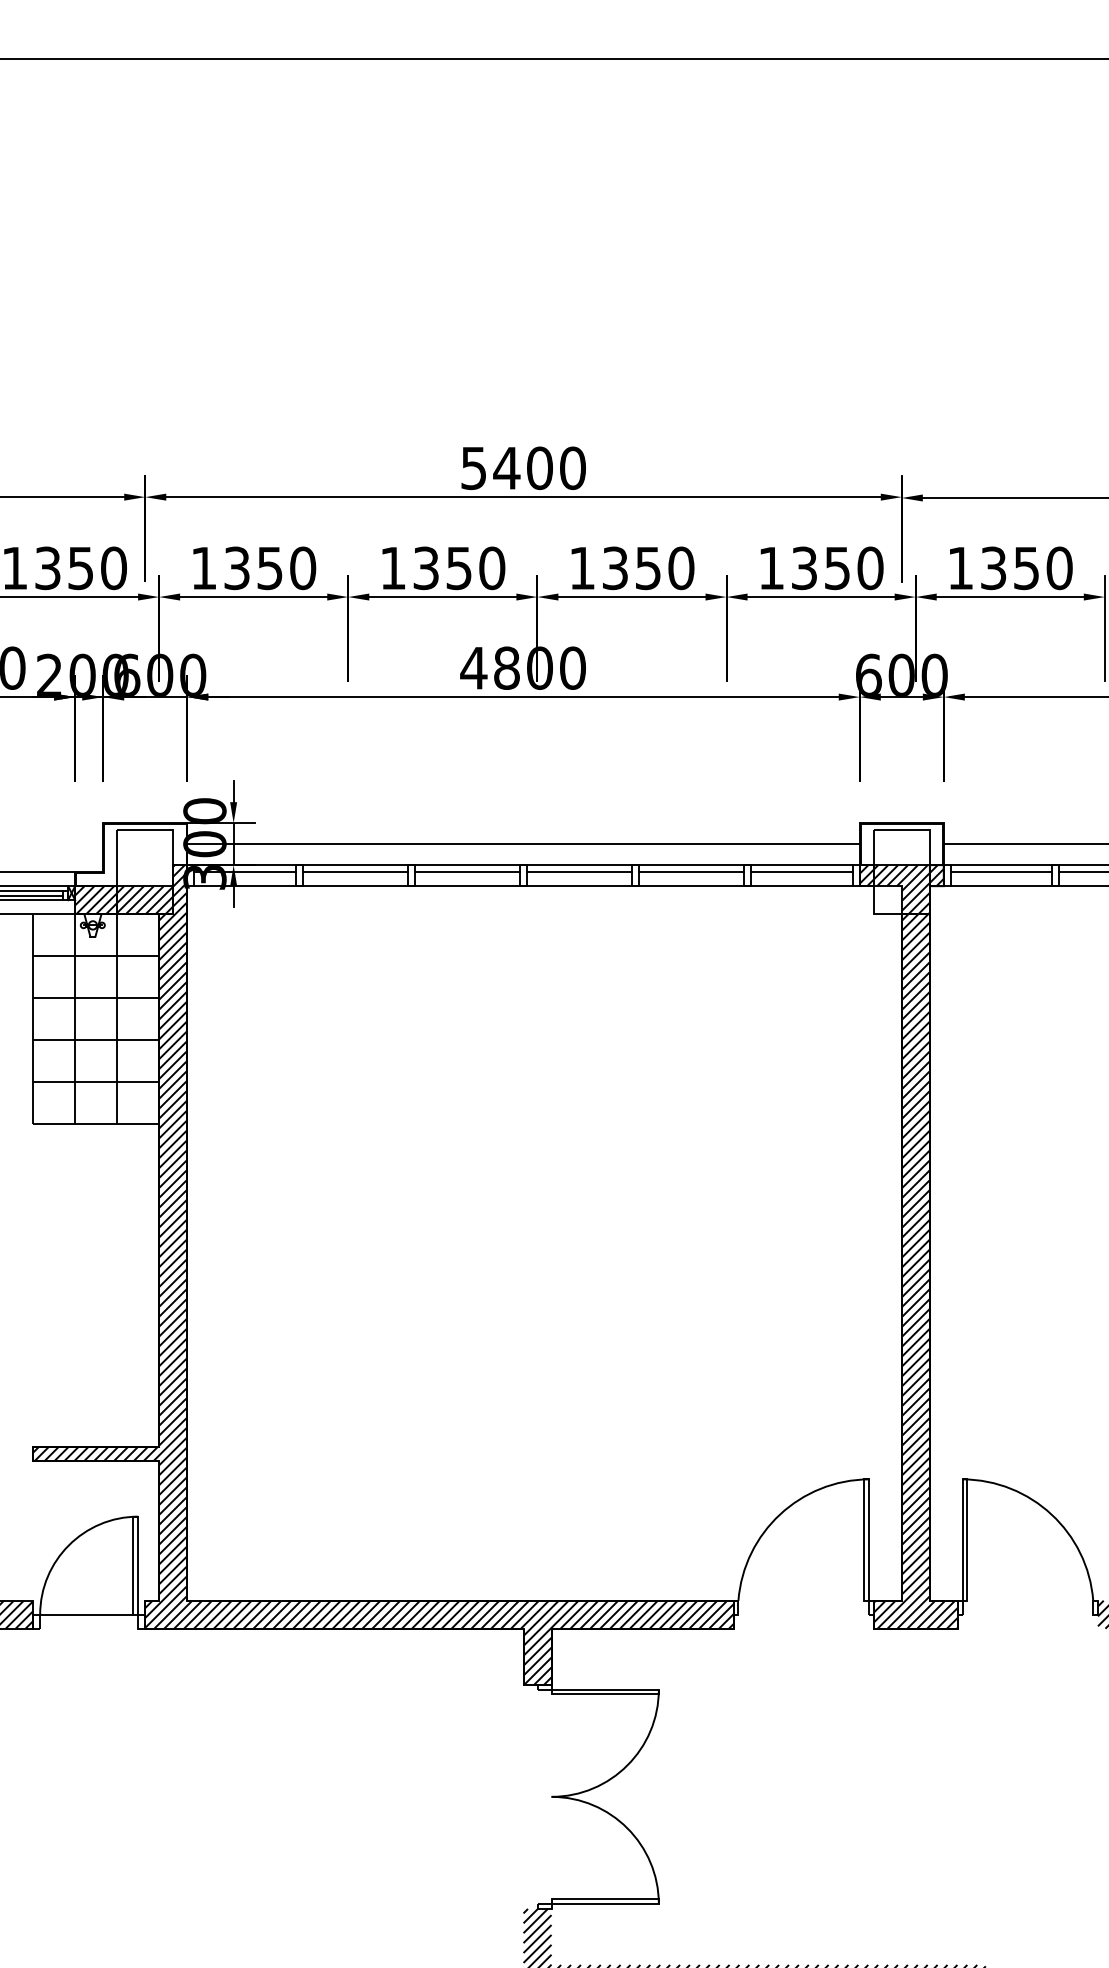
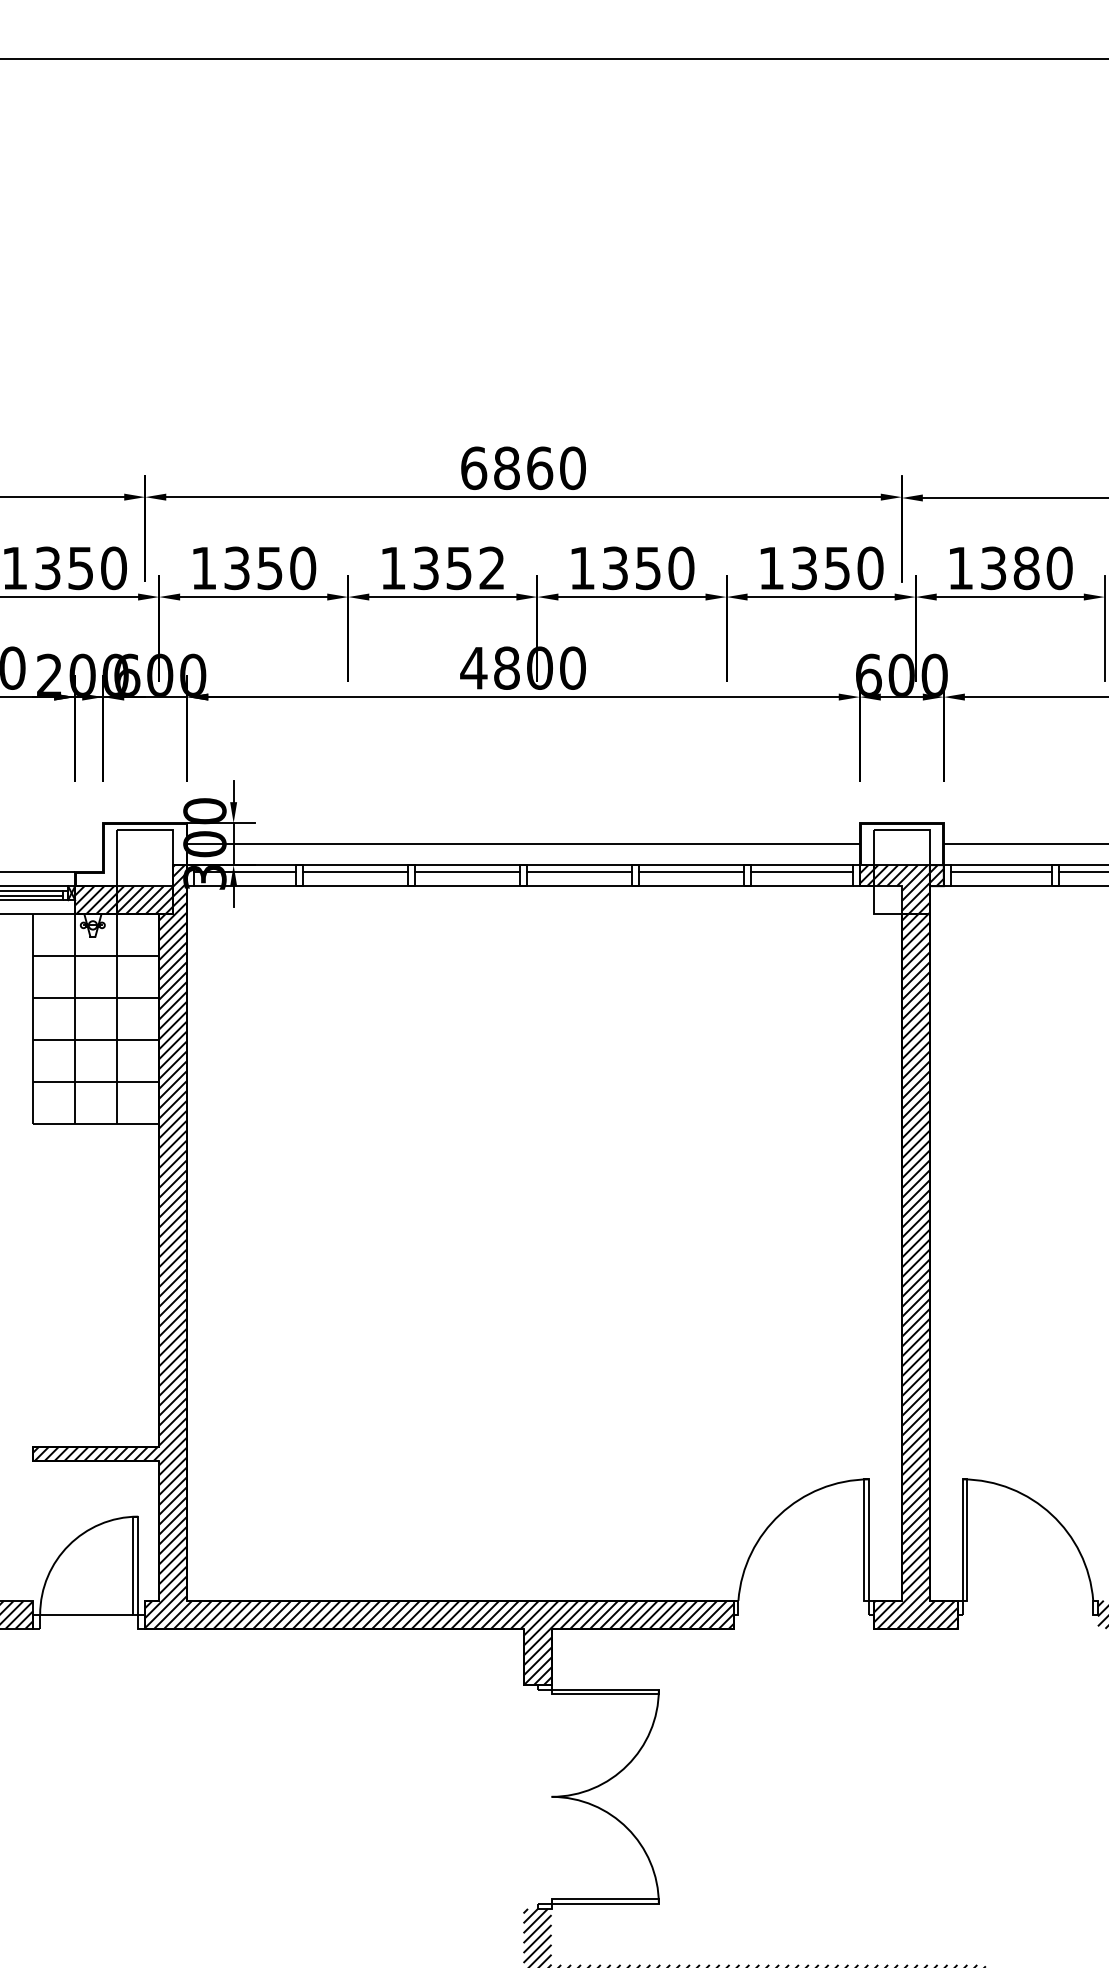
text at (507, 468): 5400 -> 6860
text at (492, 568): 1350 -> 1352
text at (1026, 568): 1350 -> 1380
